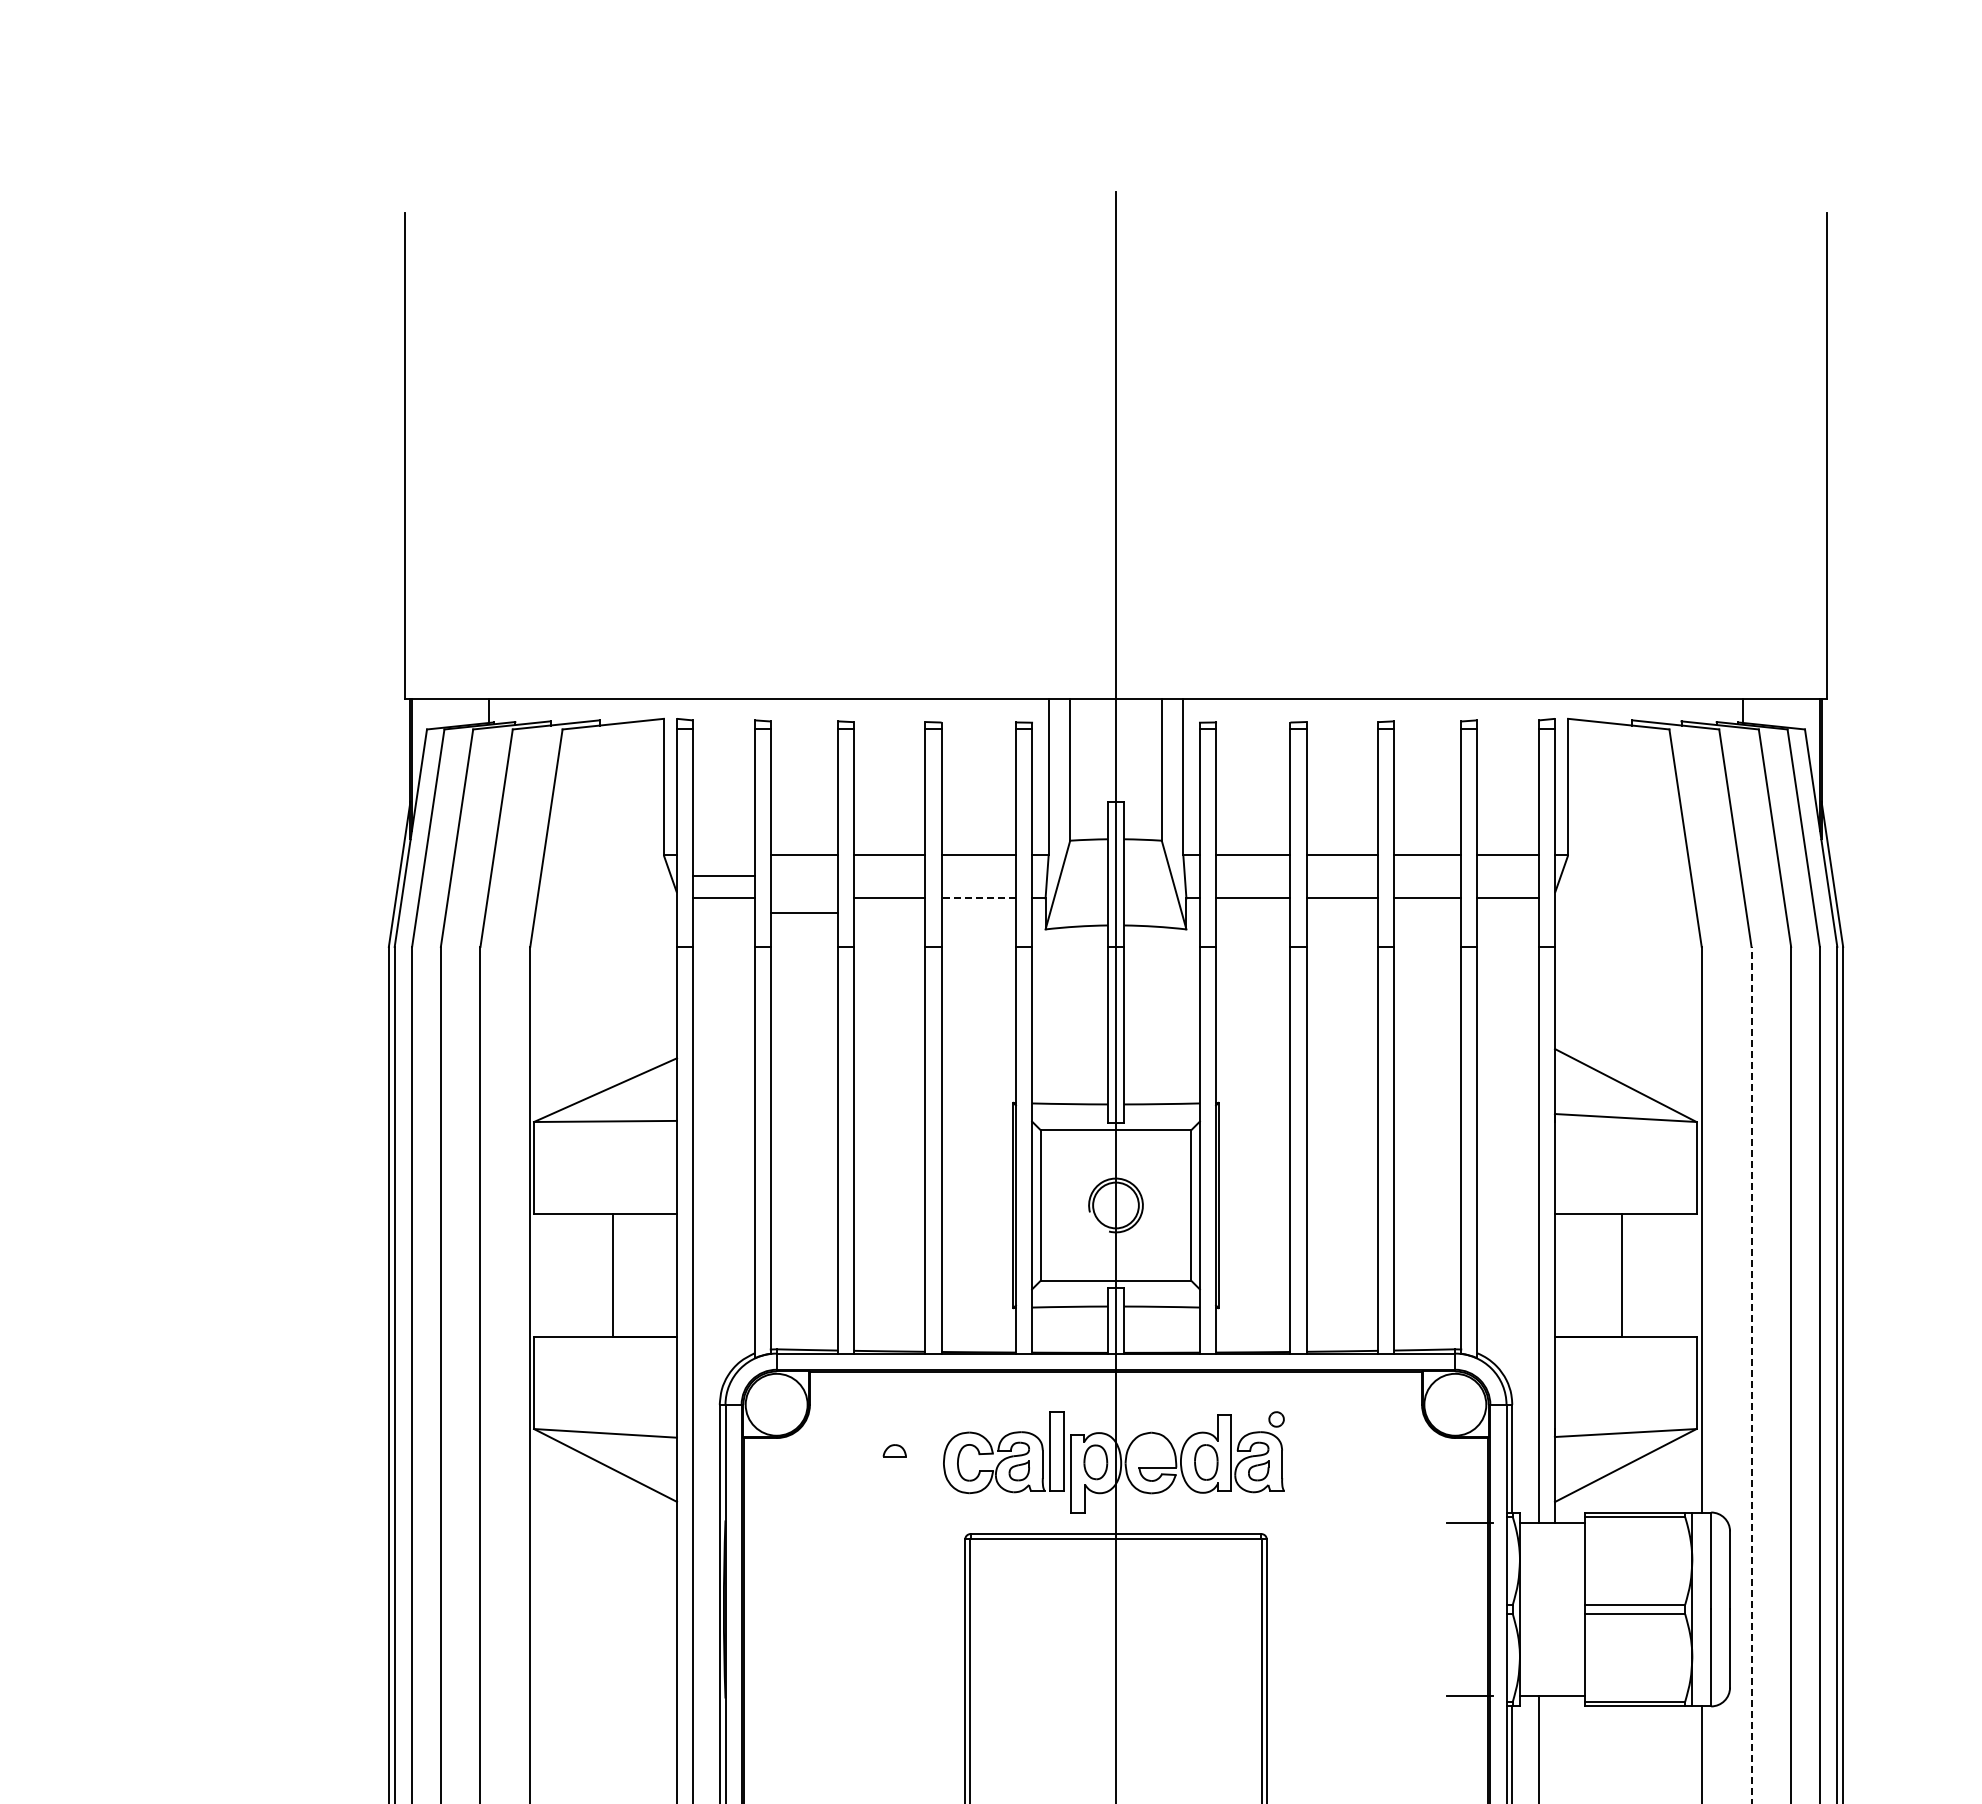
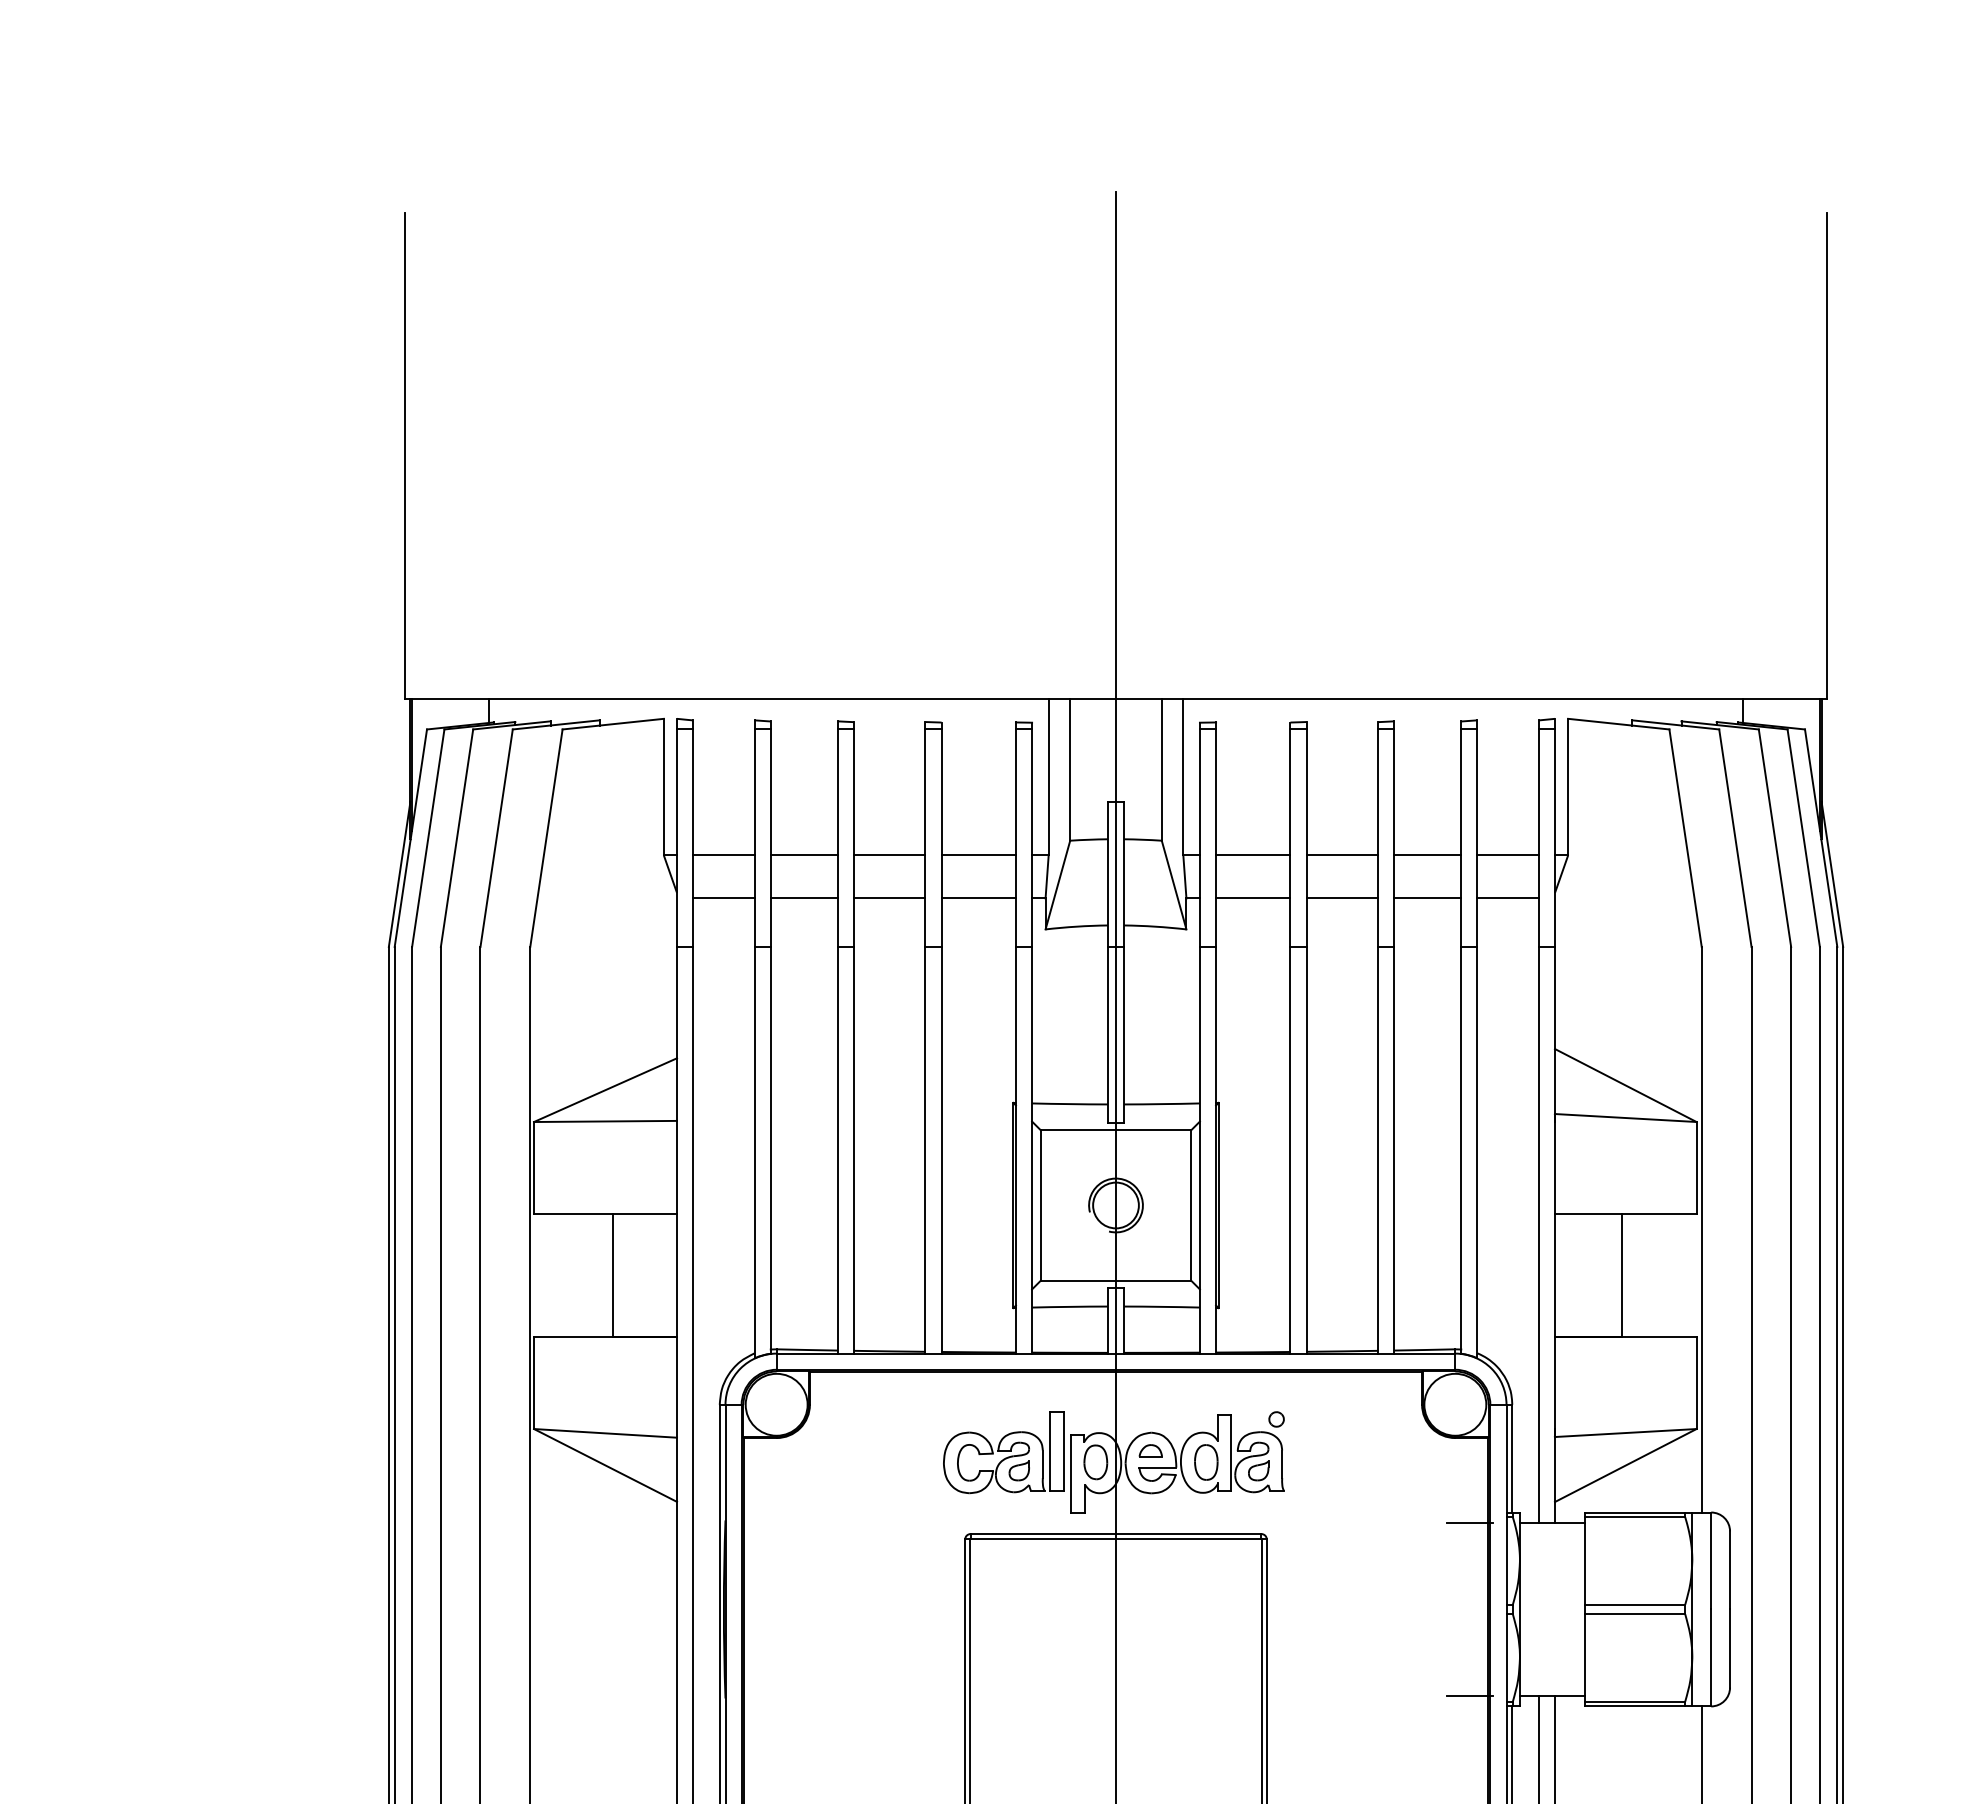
line at (723, 876) position: (723, 876) -> (723, 855)
line at (978, 898): dashed -> solid
line at (803, 913) position: (803, 913) -> (803, 898)
line at (1751, 1374): dashed -> solid
part at (894, 1450) position: (894, 1450) -> (1150, 1450)
line at (1555, 1747): none -> present
